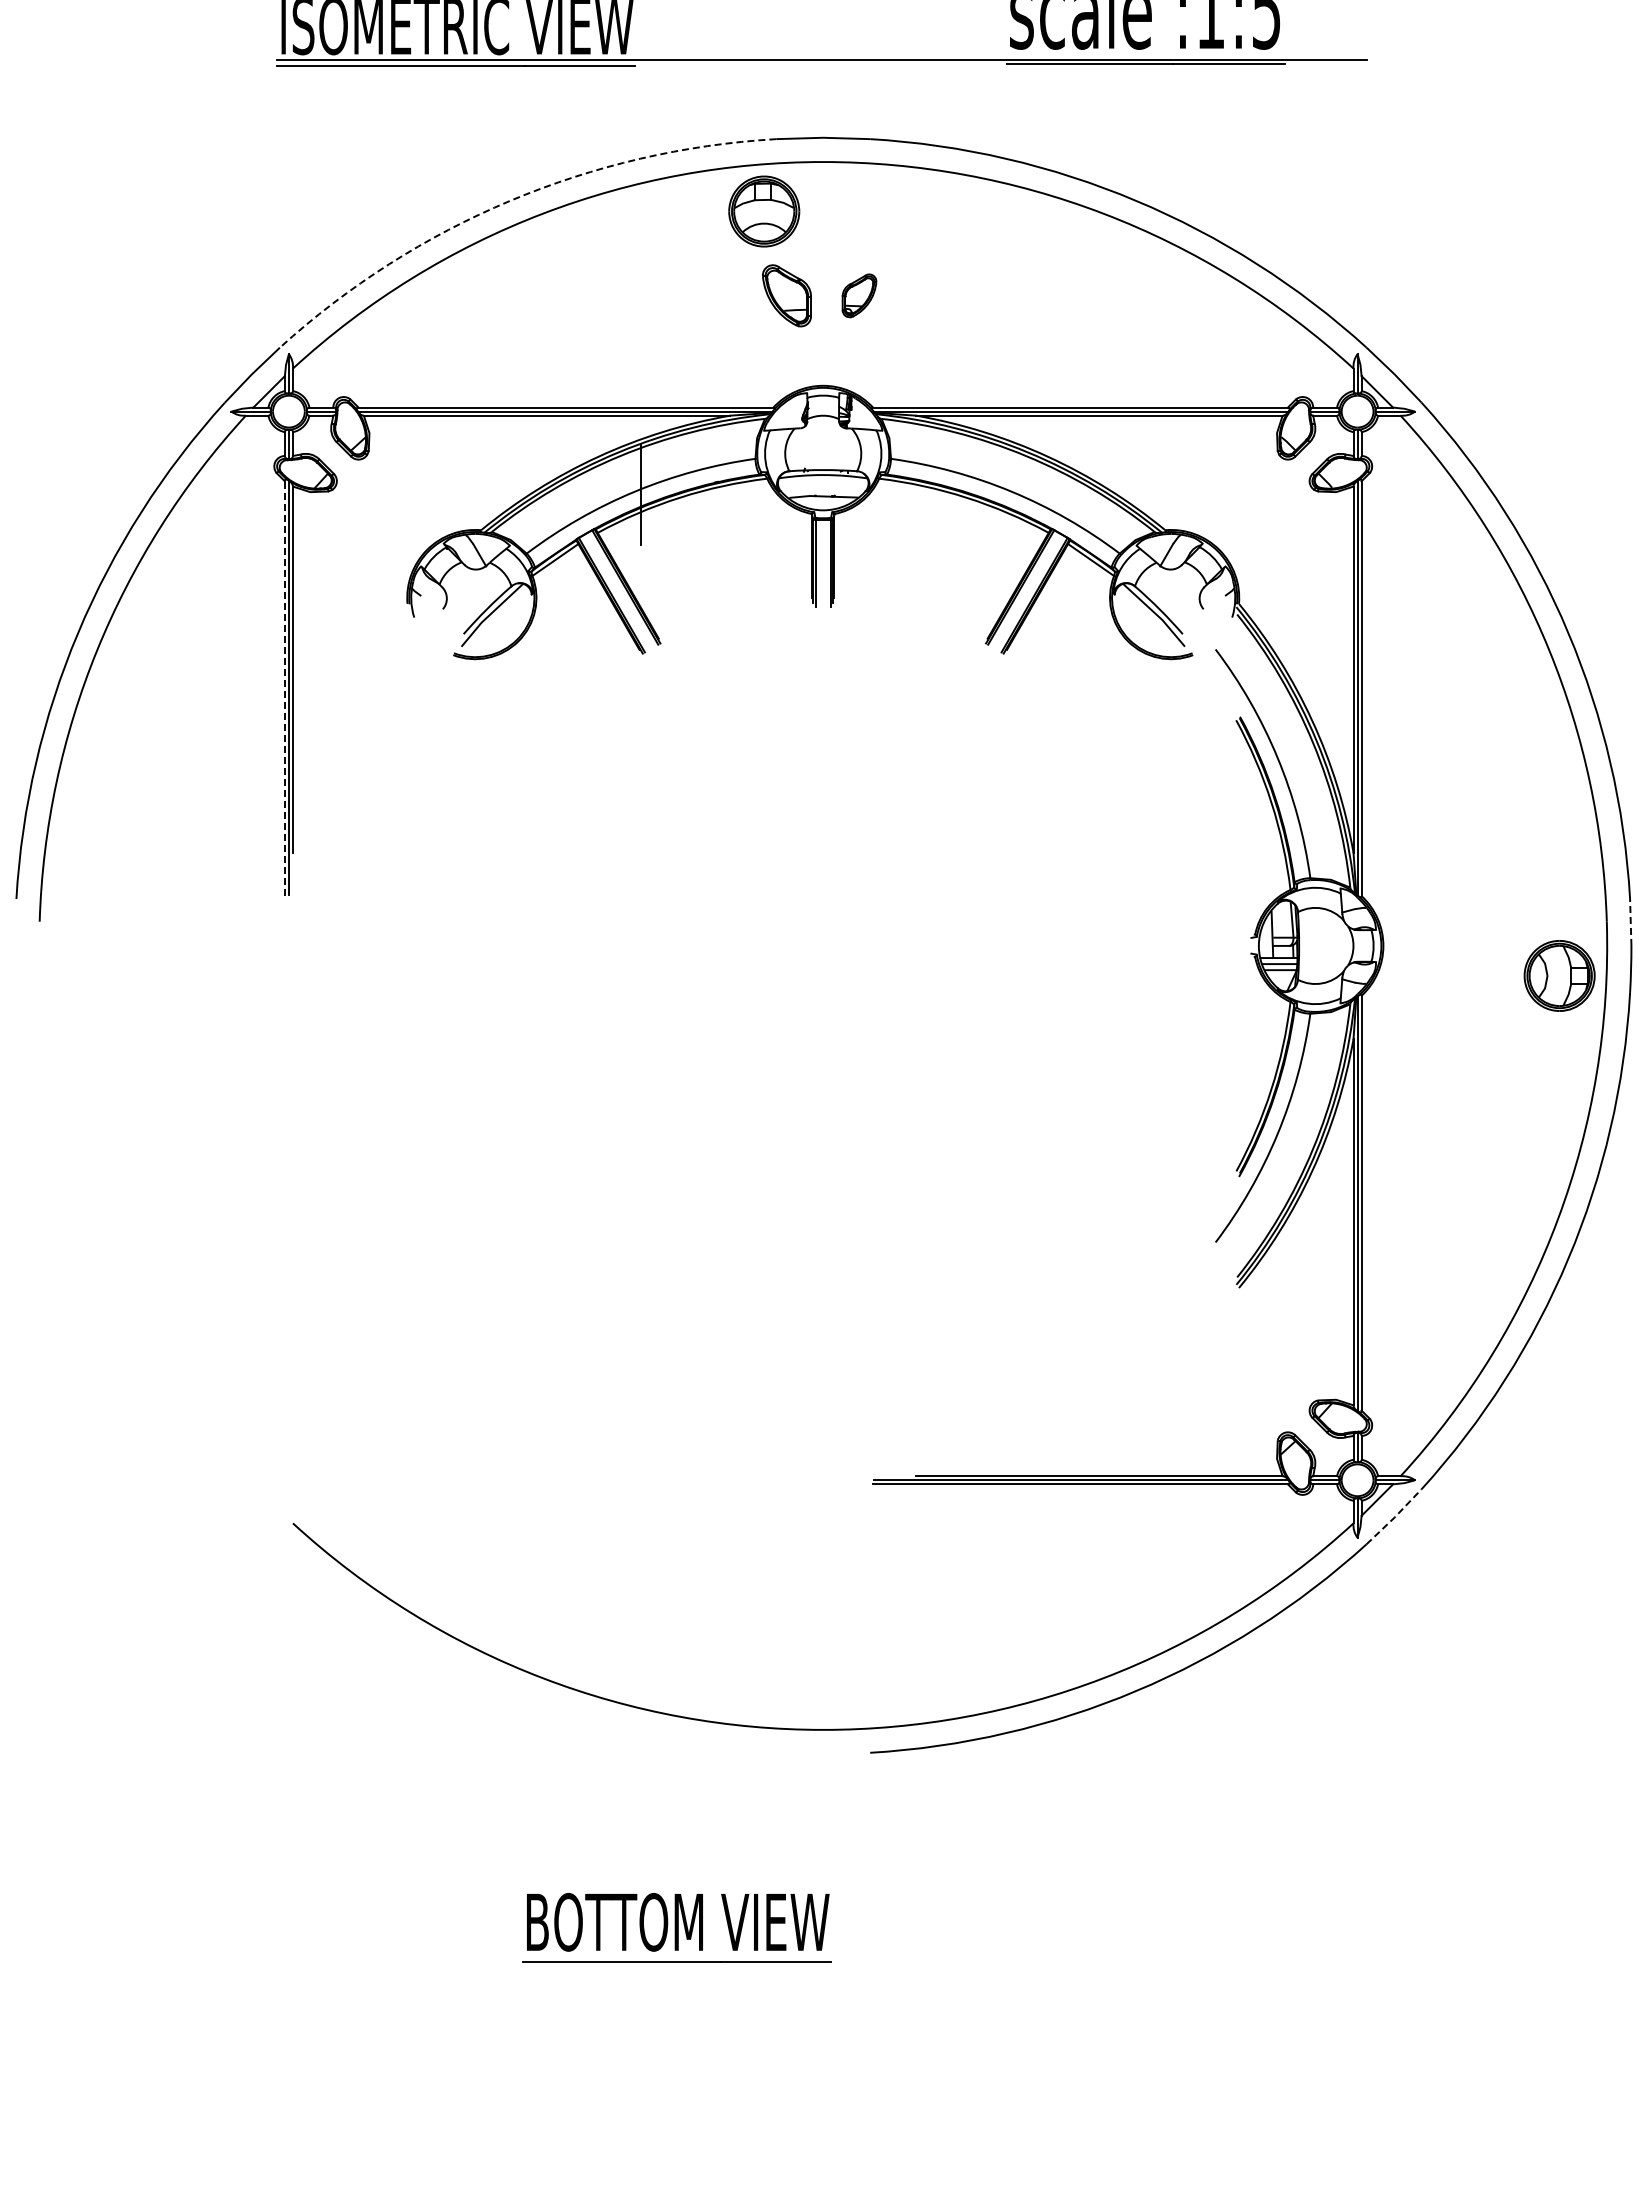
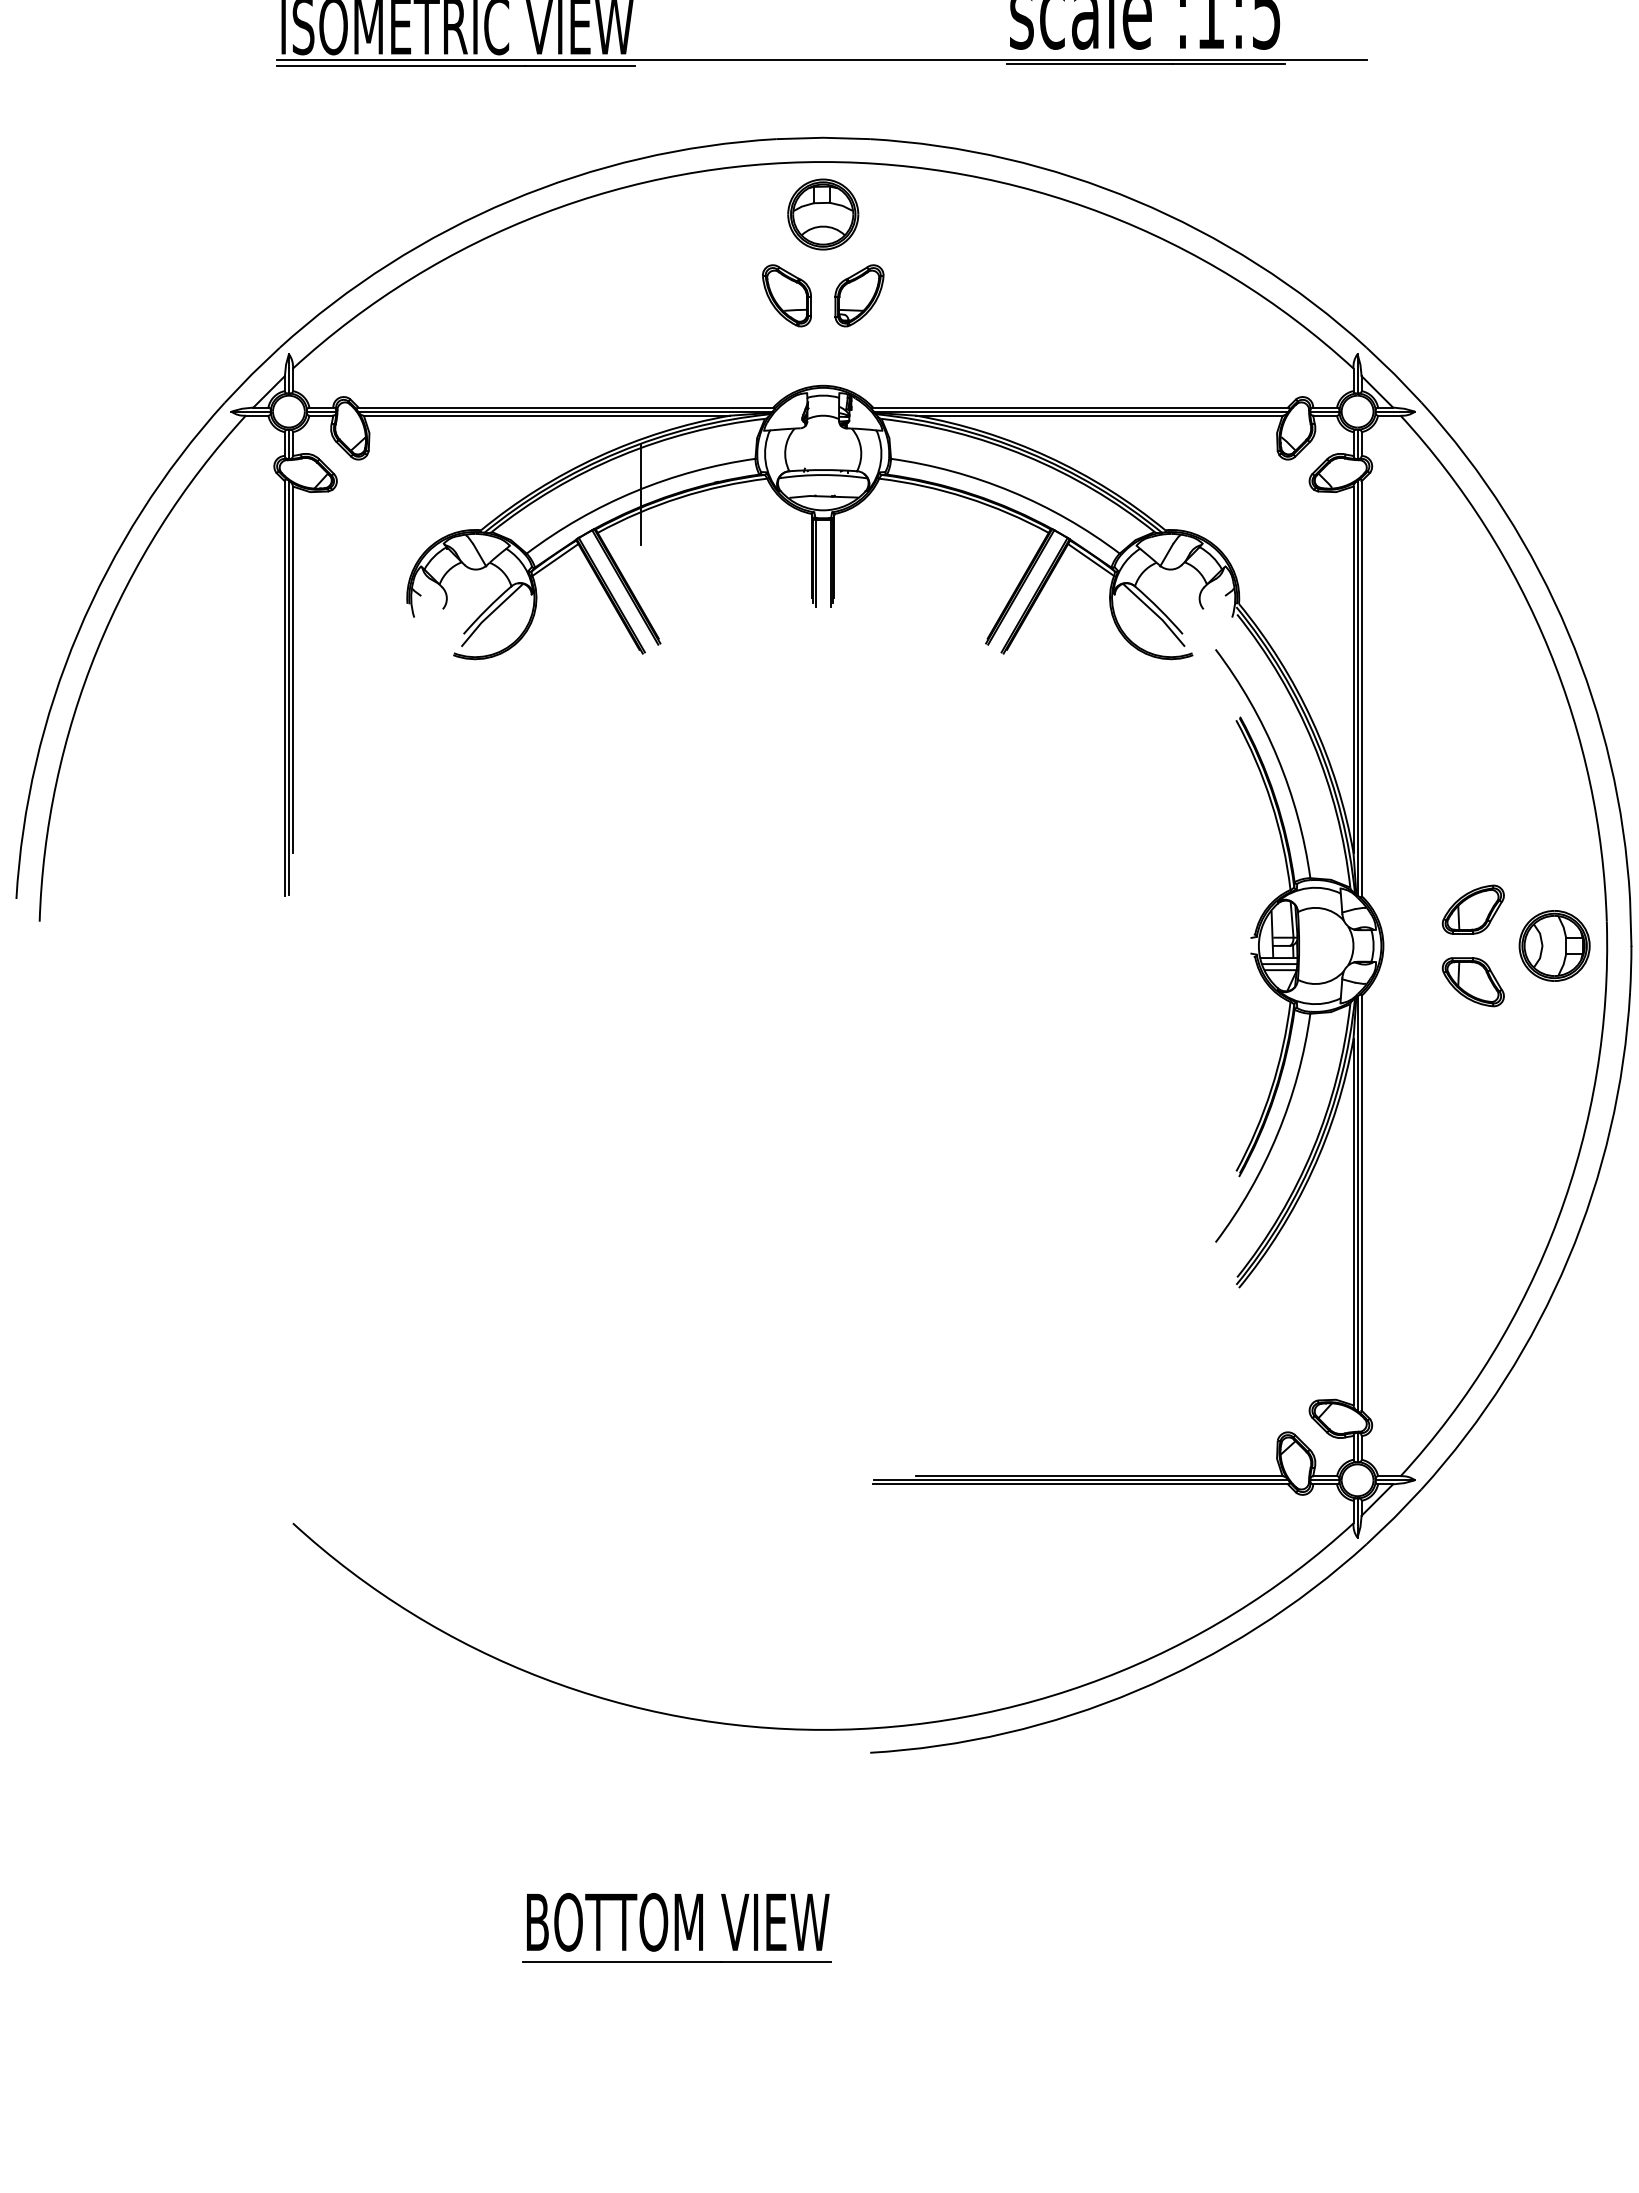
arc at (510, 200): dashed -> solid
part at (764, 211) position: (764, 211) -> (823, 214)
part at (859, 295) size: 37x46 px -> 51x64 px
line at (284, 688): dashed -> solid
part at (1472, 909): none -> present
line at (1630, 922): dashed -> solid
part at (1559, 975) position: (1559, 975) -> (1554, 945)
part at (1472, 982): none -> present
line at (1394, 1517): dashed -> solid
